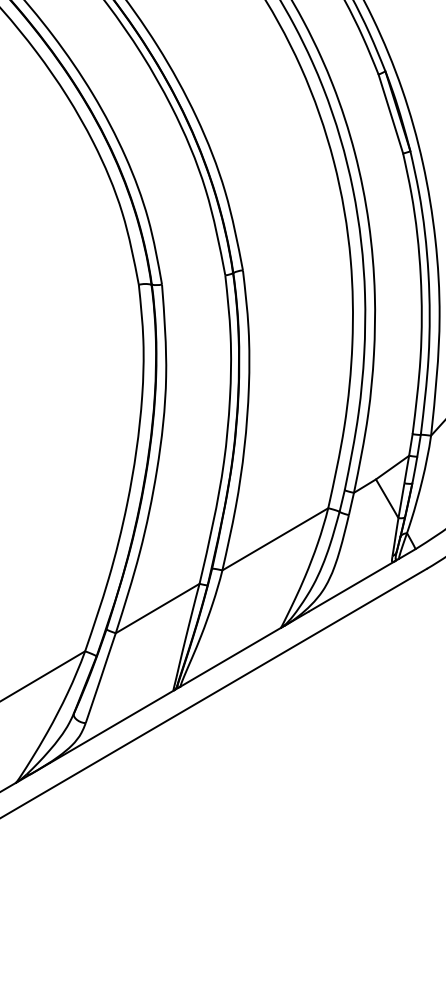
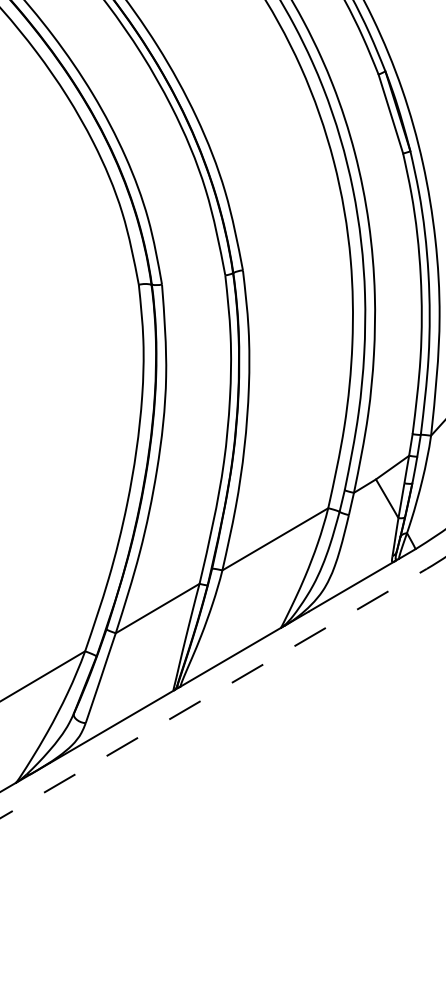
line at (213, 693): solid -> dashed
